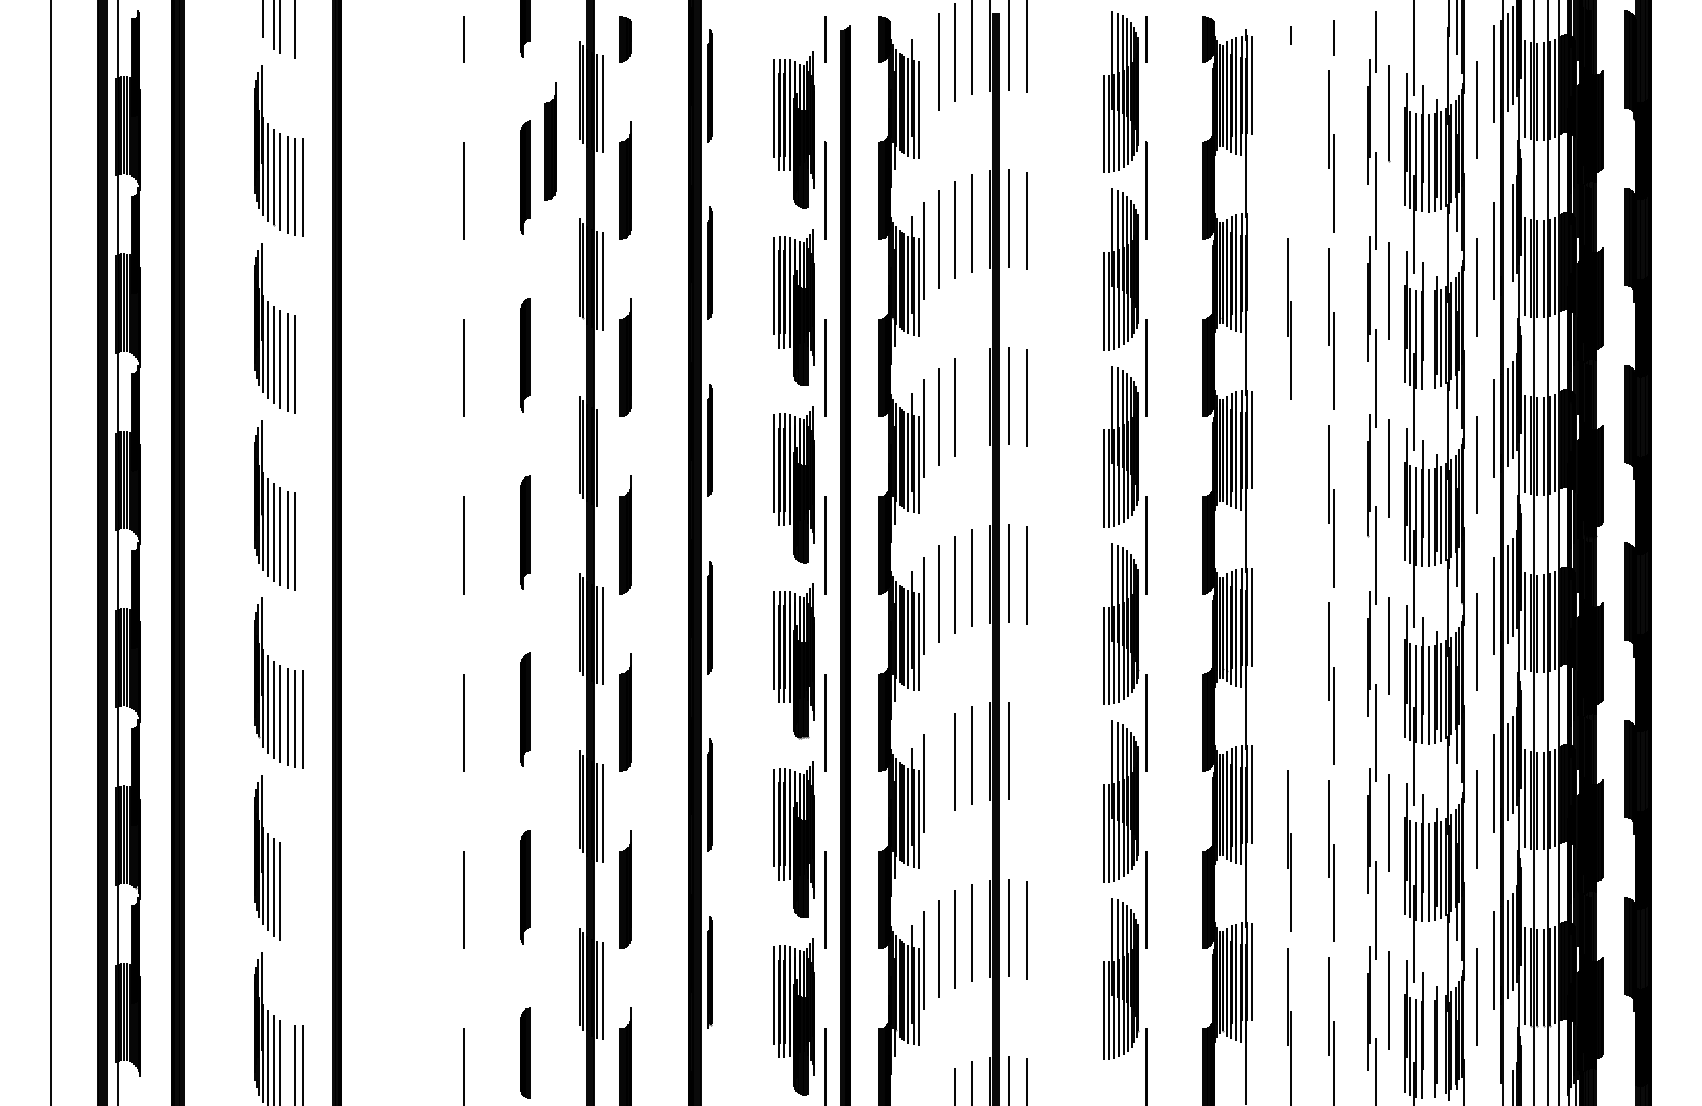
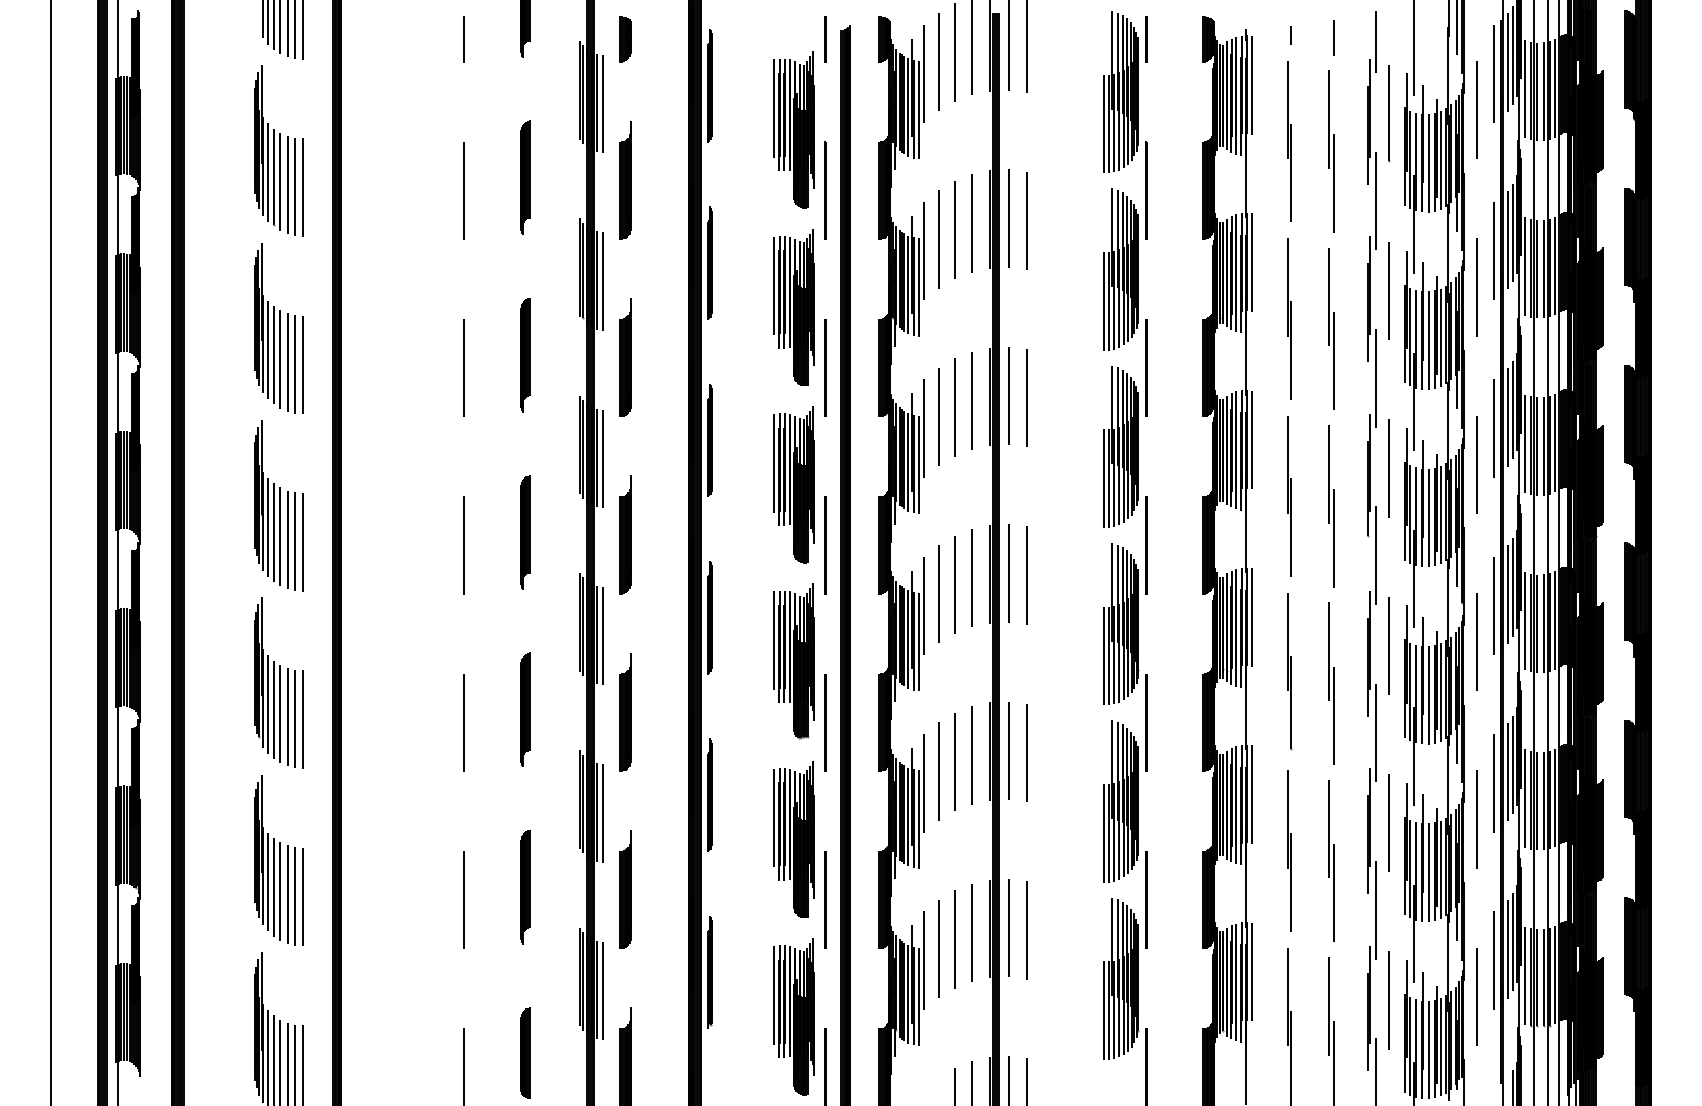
line at (267, 23): none -> present
line at (287, 29): none -> present
line at (302, 30): none -> present
line at (924, 73): none -> present
part at (550, 141): present -> none
part at (1289, 141): none -> present
line at (1507, 239): none -> present
line at (1251, 262): none -> present
line at (1428, 340): none -> present
line at (302, 364): none -> present
line at (972, 400): none -> present
line at (602, 458): none -> present
part at (1289, 496): none -> present
line at (302, 542): none -> present
part at (1289, 671): none -> present
line at (1026, 752): none -> present
line at (938, 771): none -> present
line at (287, 894): none -> present
line at (295, 896): none -> present
line at (302, 896): none -> present
line at (1440, 1046): none -> present
line at (1428, 1049): none -> present
line at (287, 1062): none -> present
